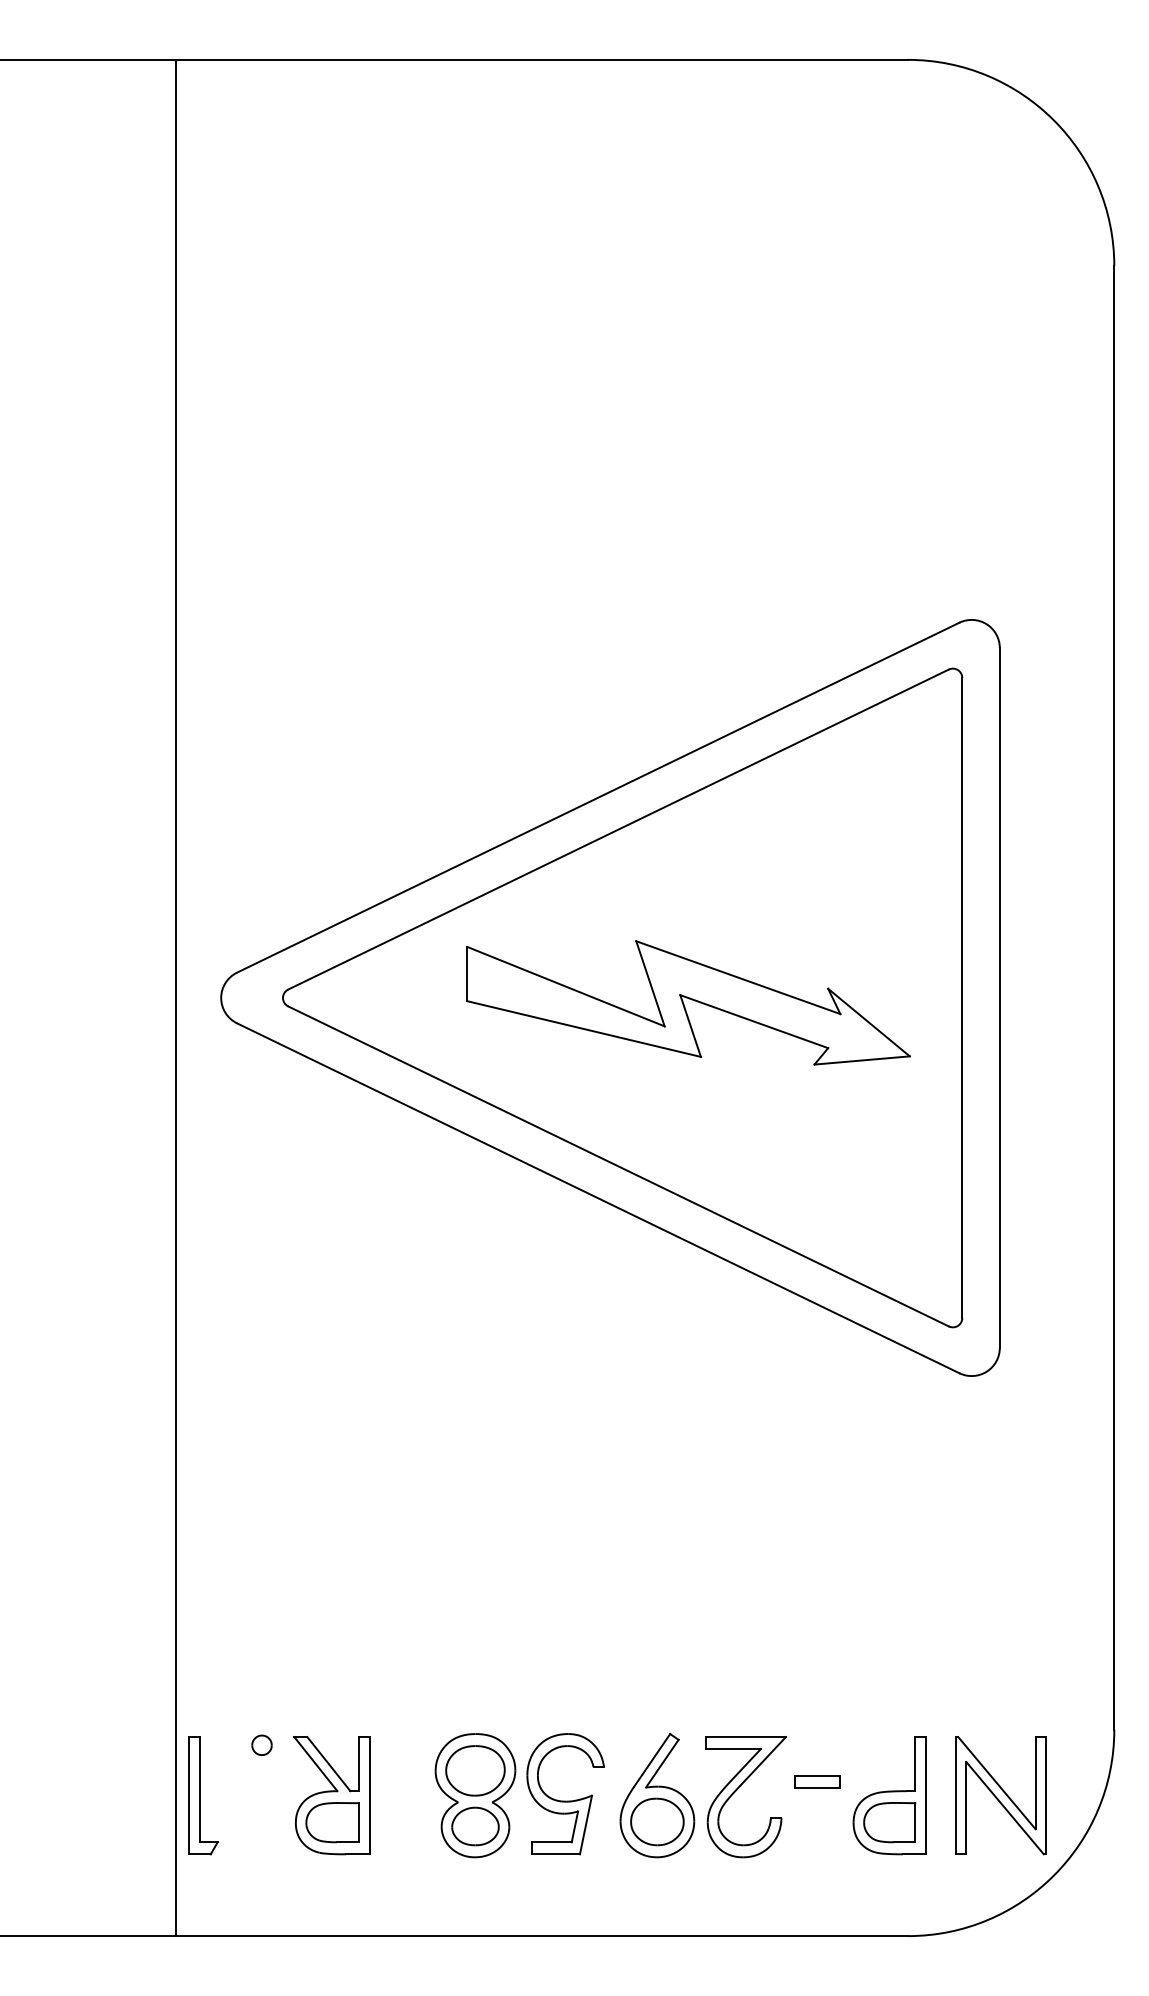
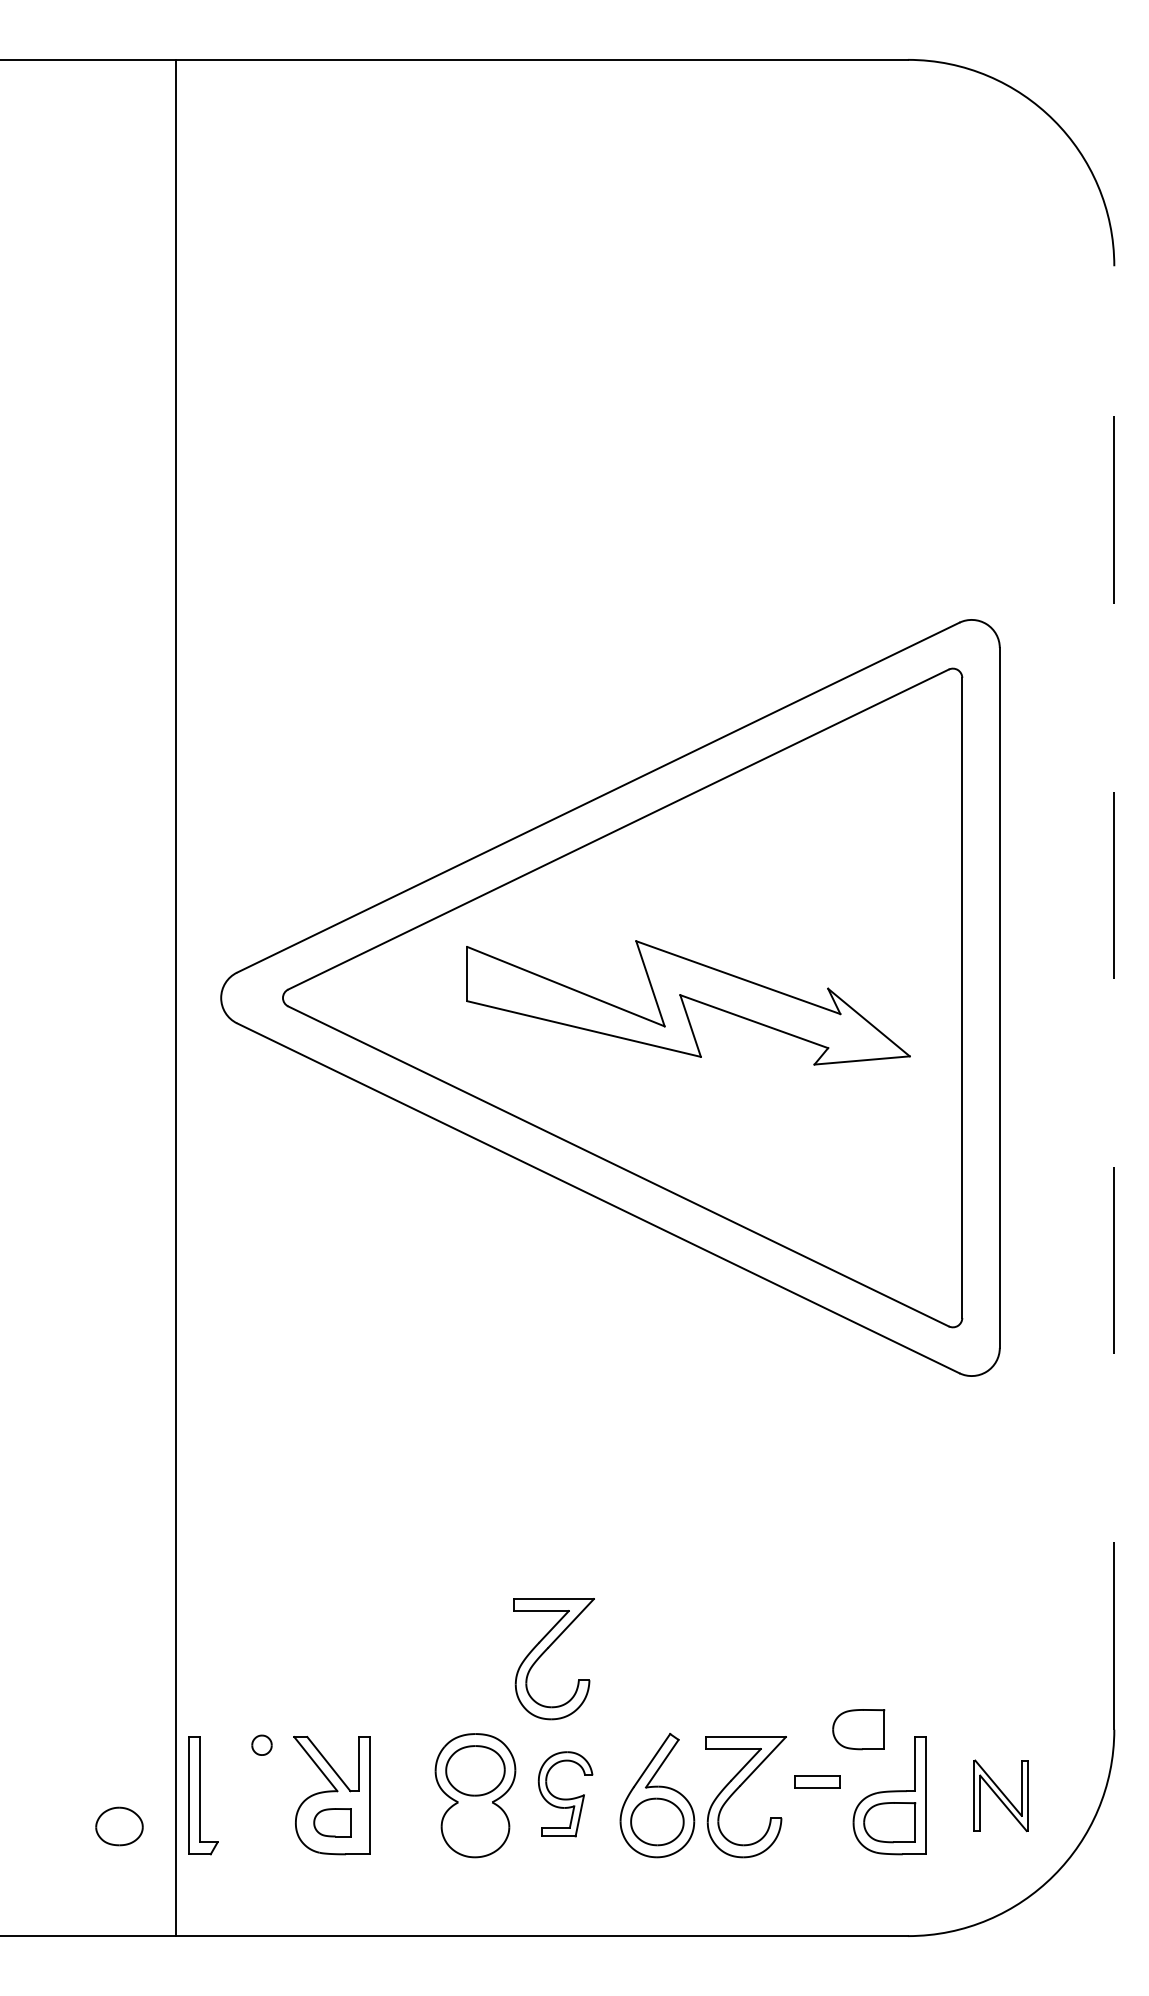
line at (1114, 997): solid -> dashed
part at (546, 1651): none -> present
part at (858, 1729): none -> present
part at (565, 1794) size: 79x123 px -> 57x87 px
part at (1000, 1795) size: 92x120 px -> 56x73 px
part at (332, 1822) size: 55x42 px -> 39x30 px
part at (475, 1826) position: (475, 1826) -> (119, 1826)
